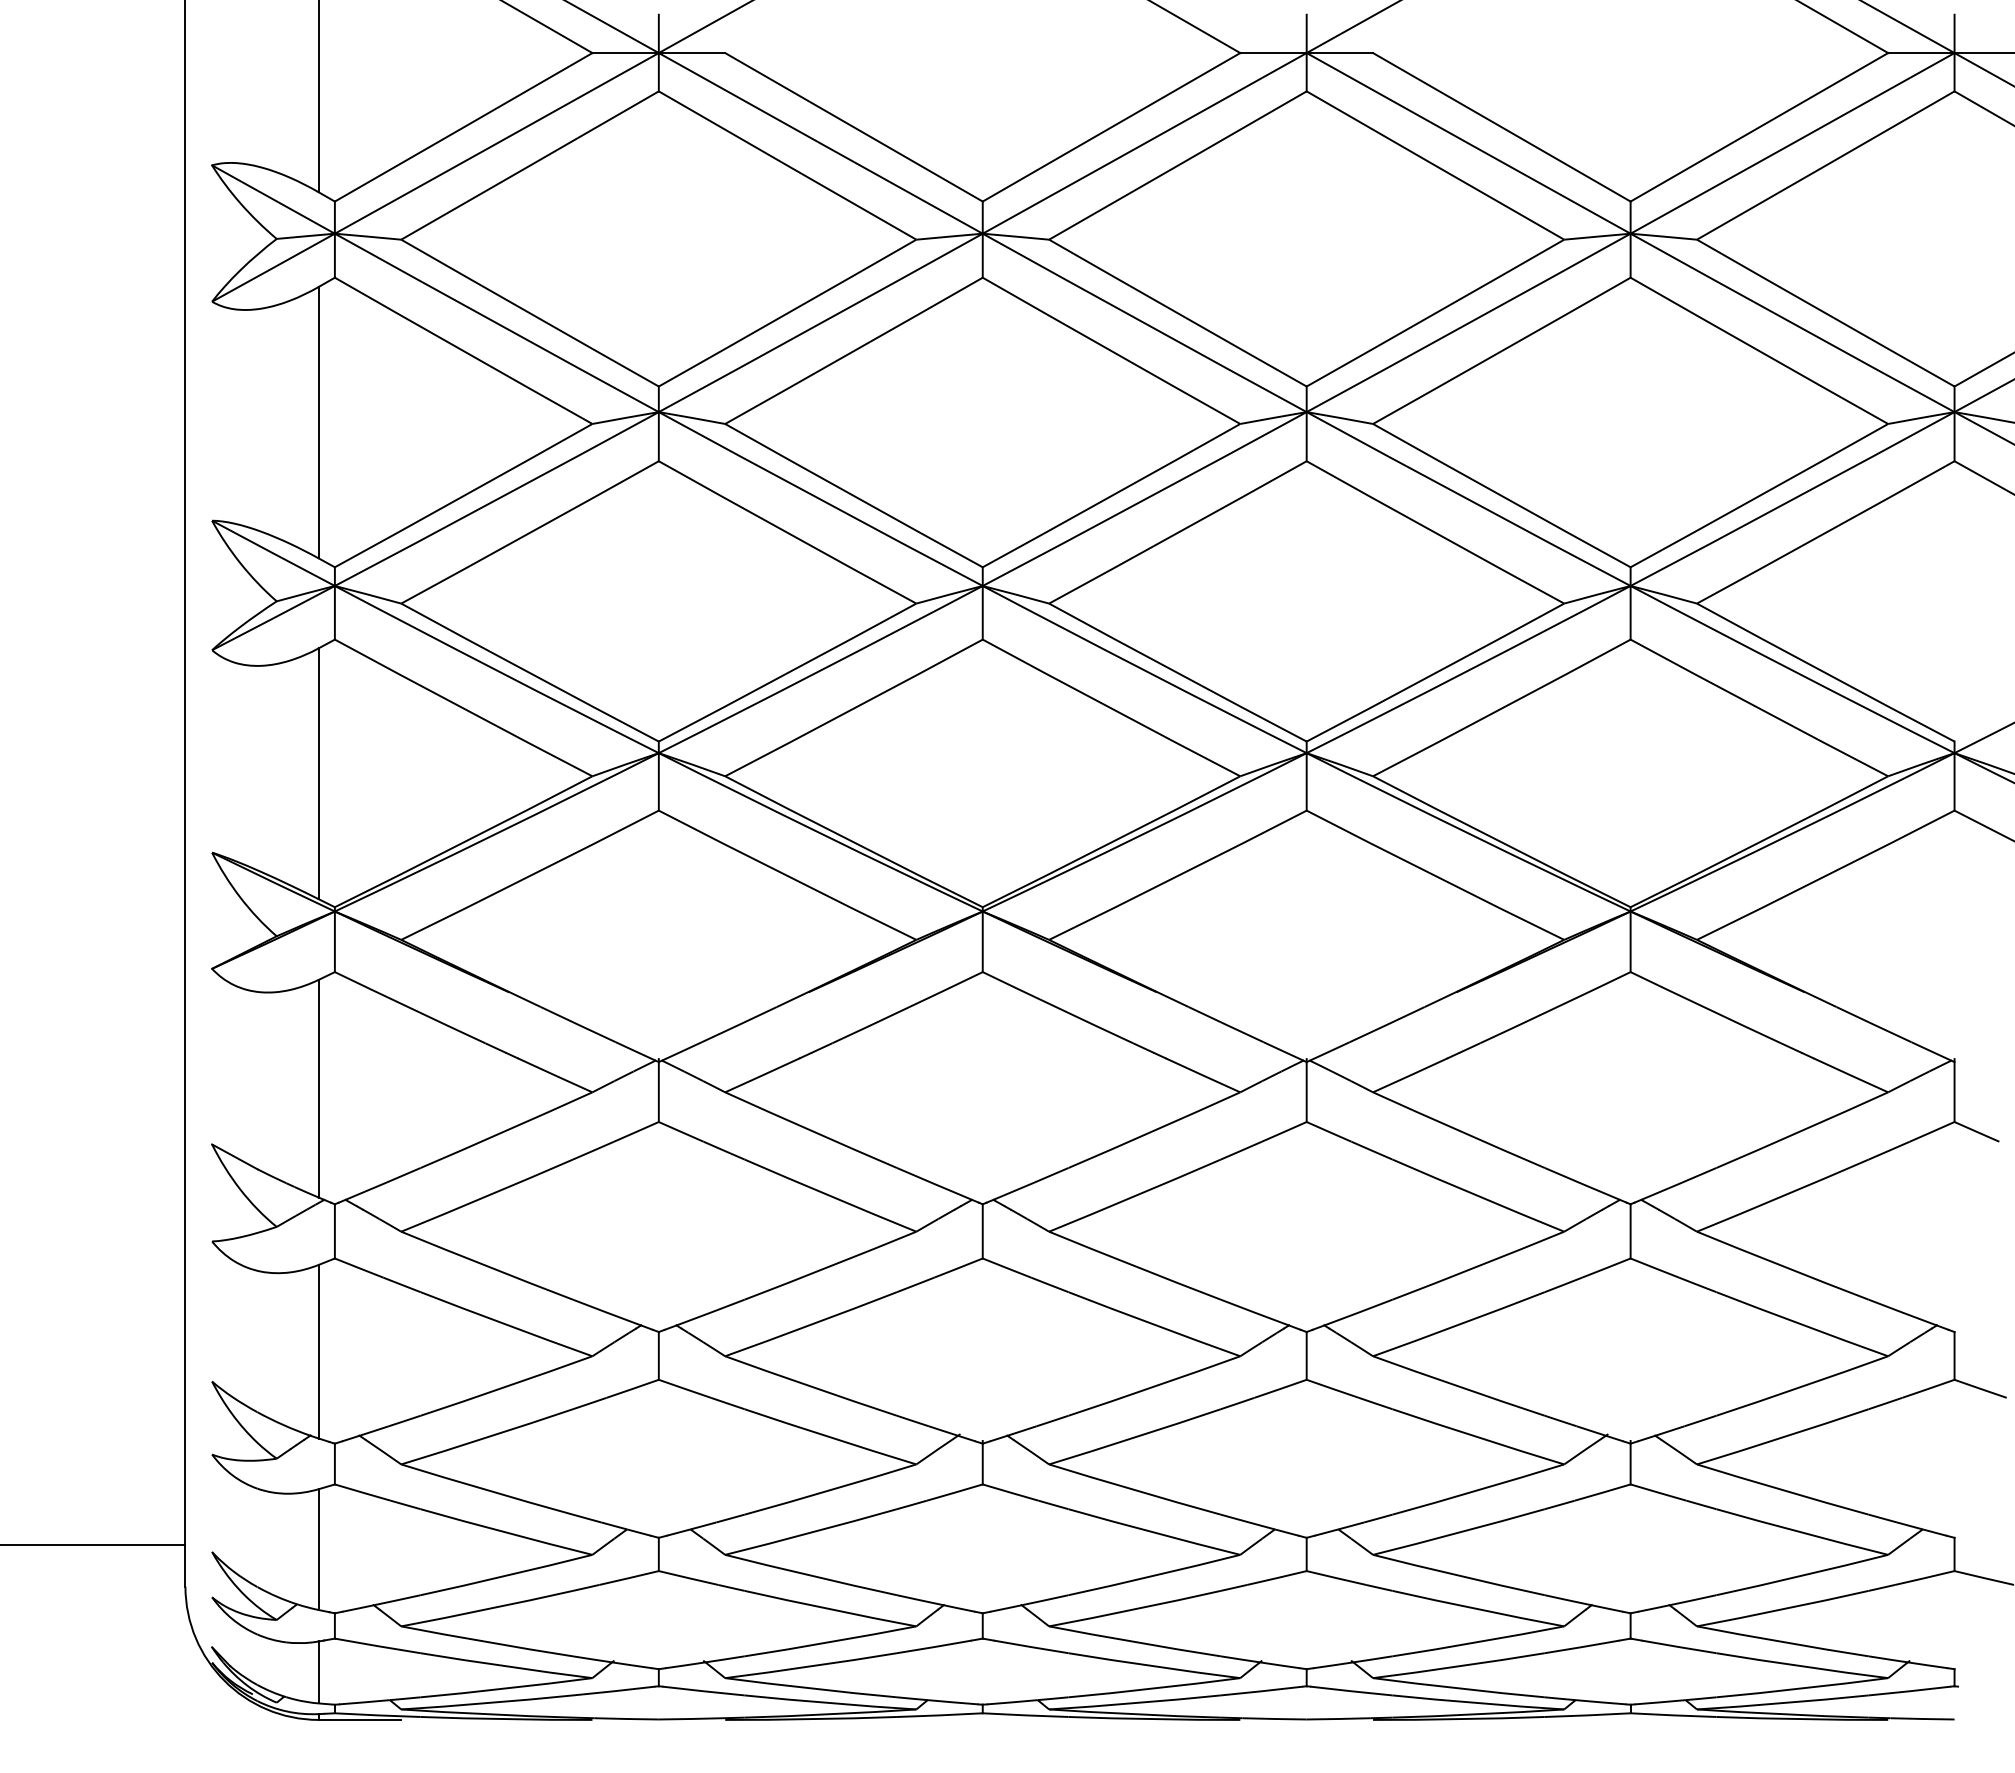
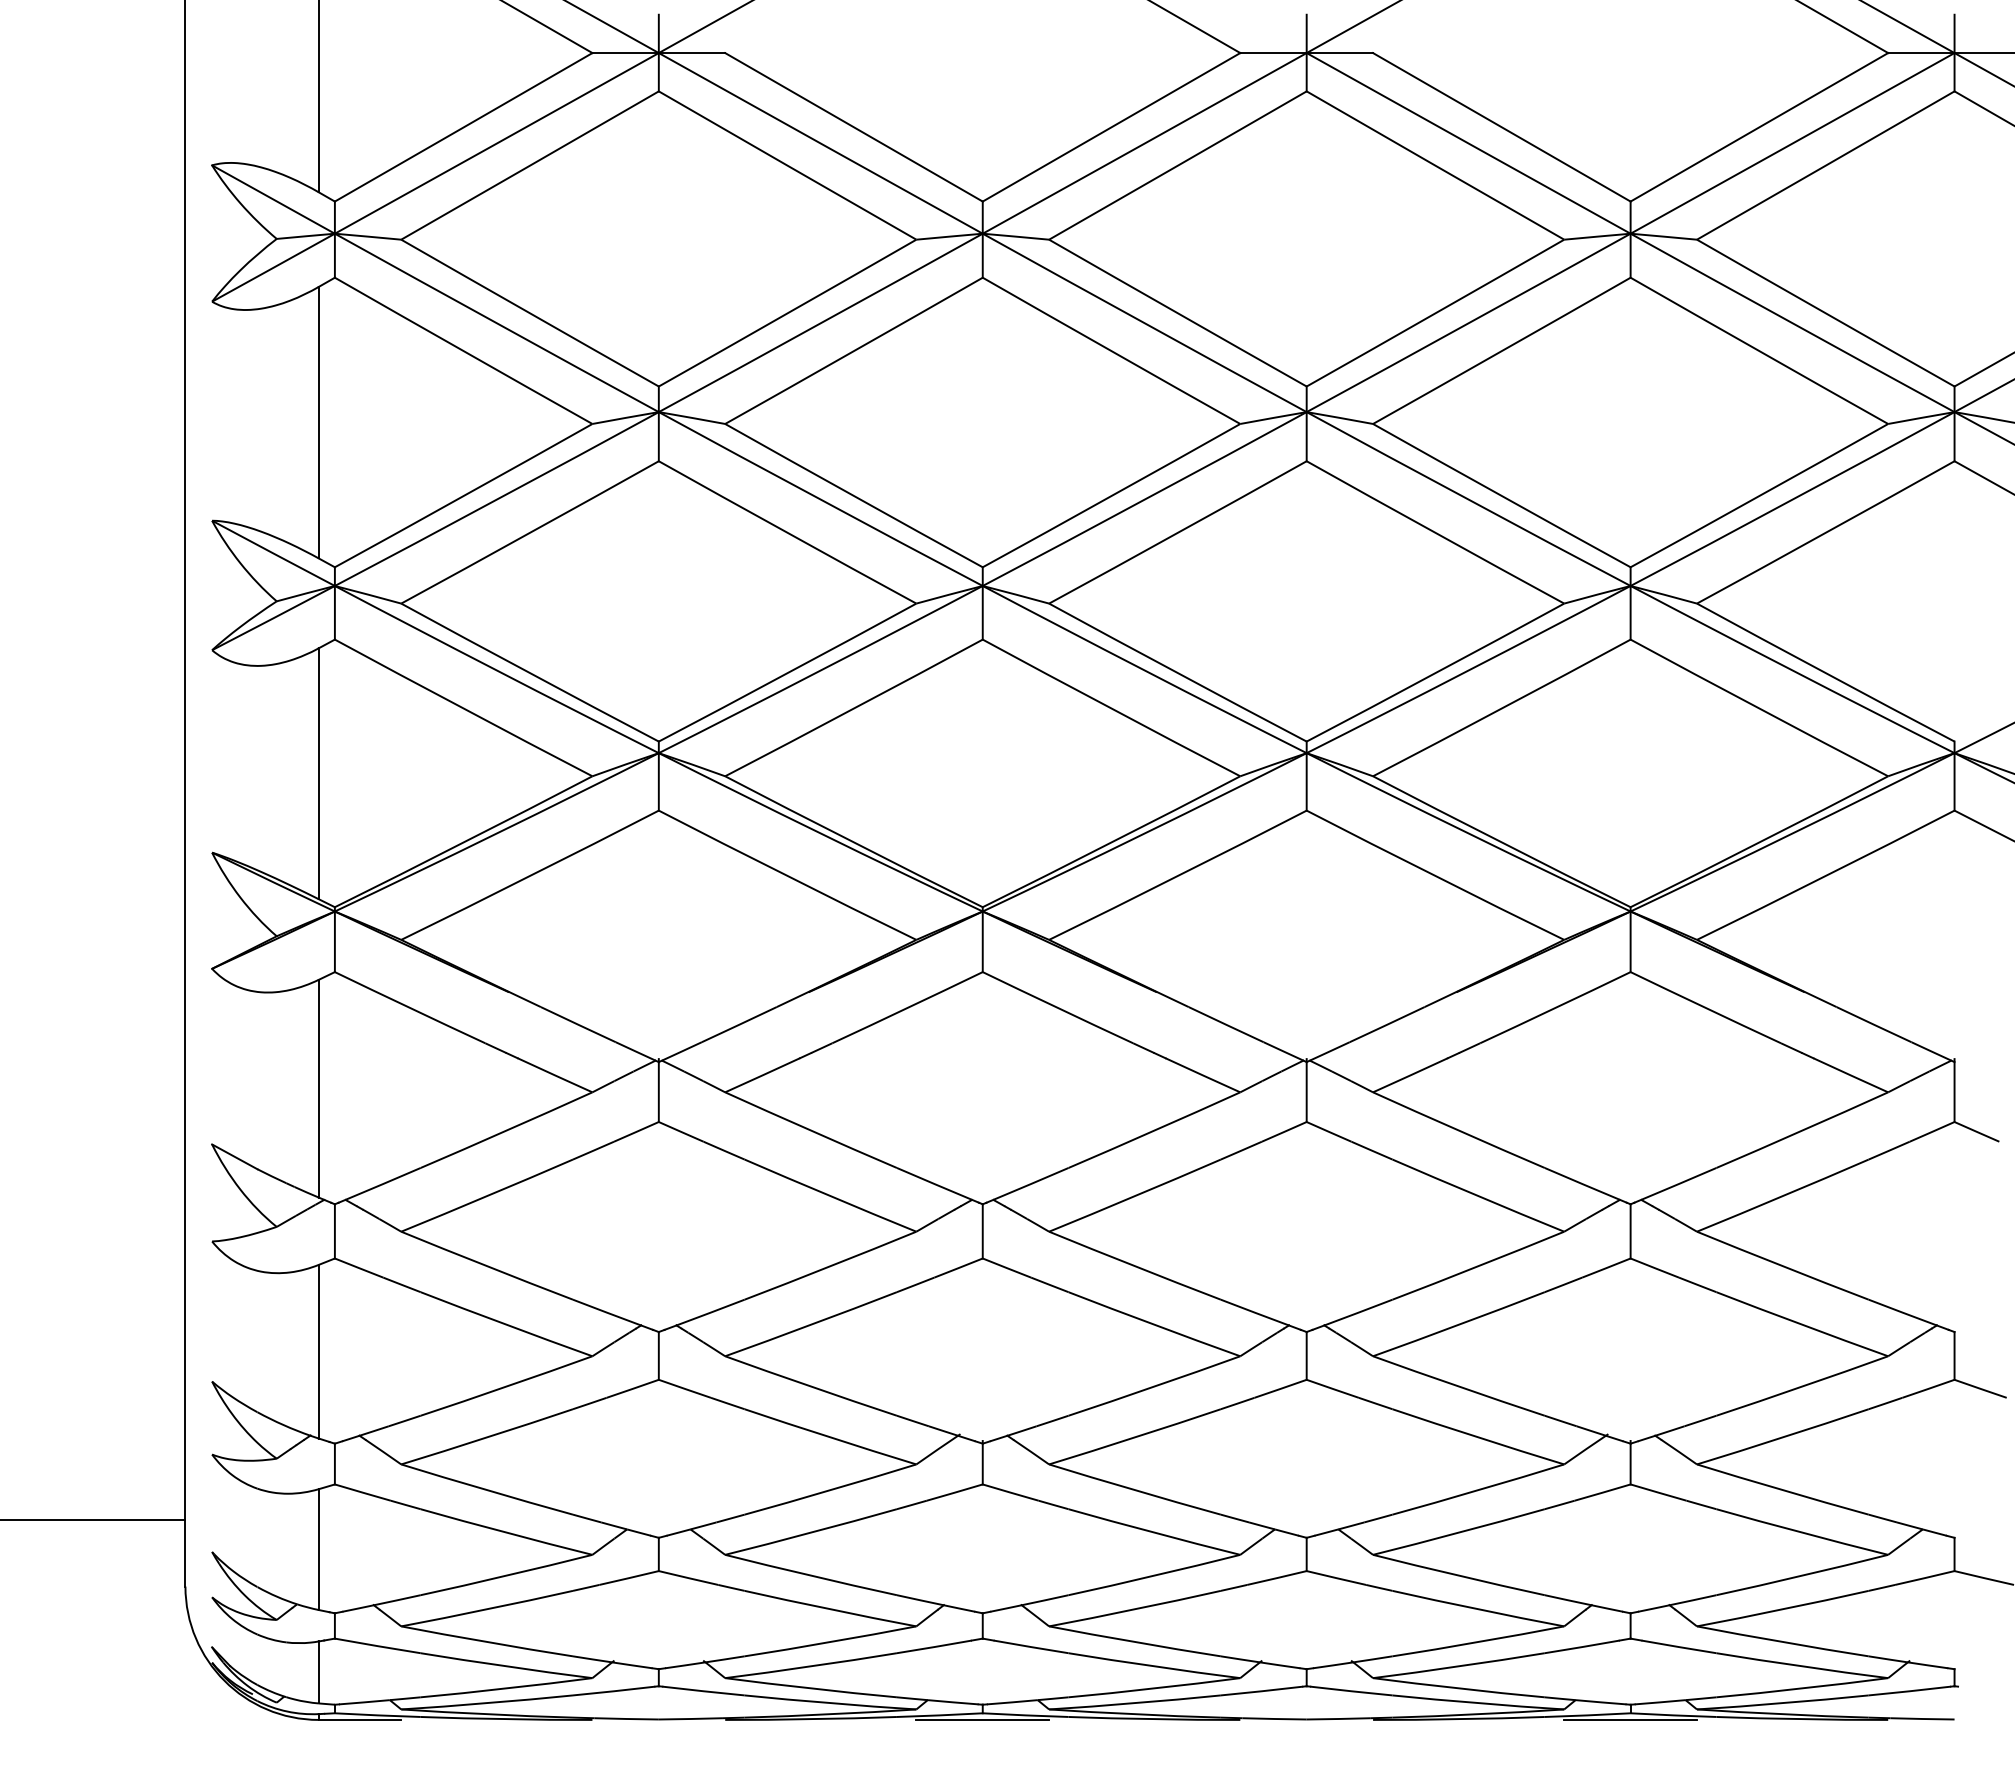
line at (93, 1544) position: (93, 1544) -> (93, 1519)
line at (982, 1719): none -> present
line at (1630, 1719): none -> present
